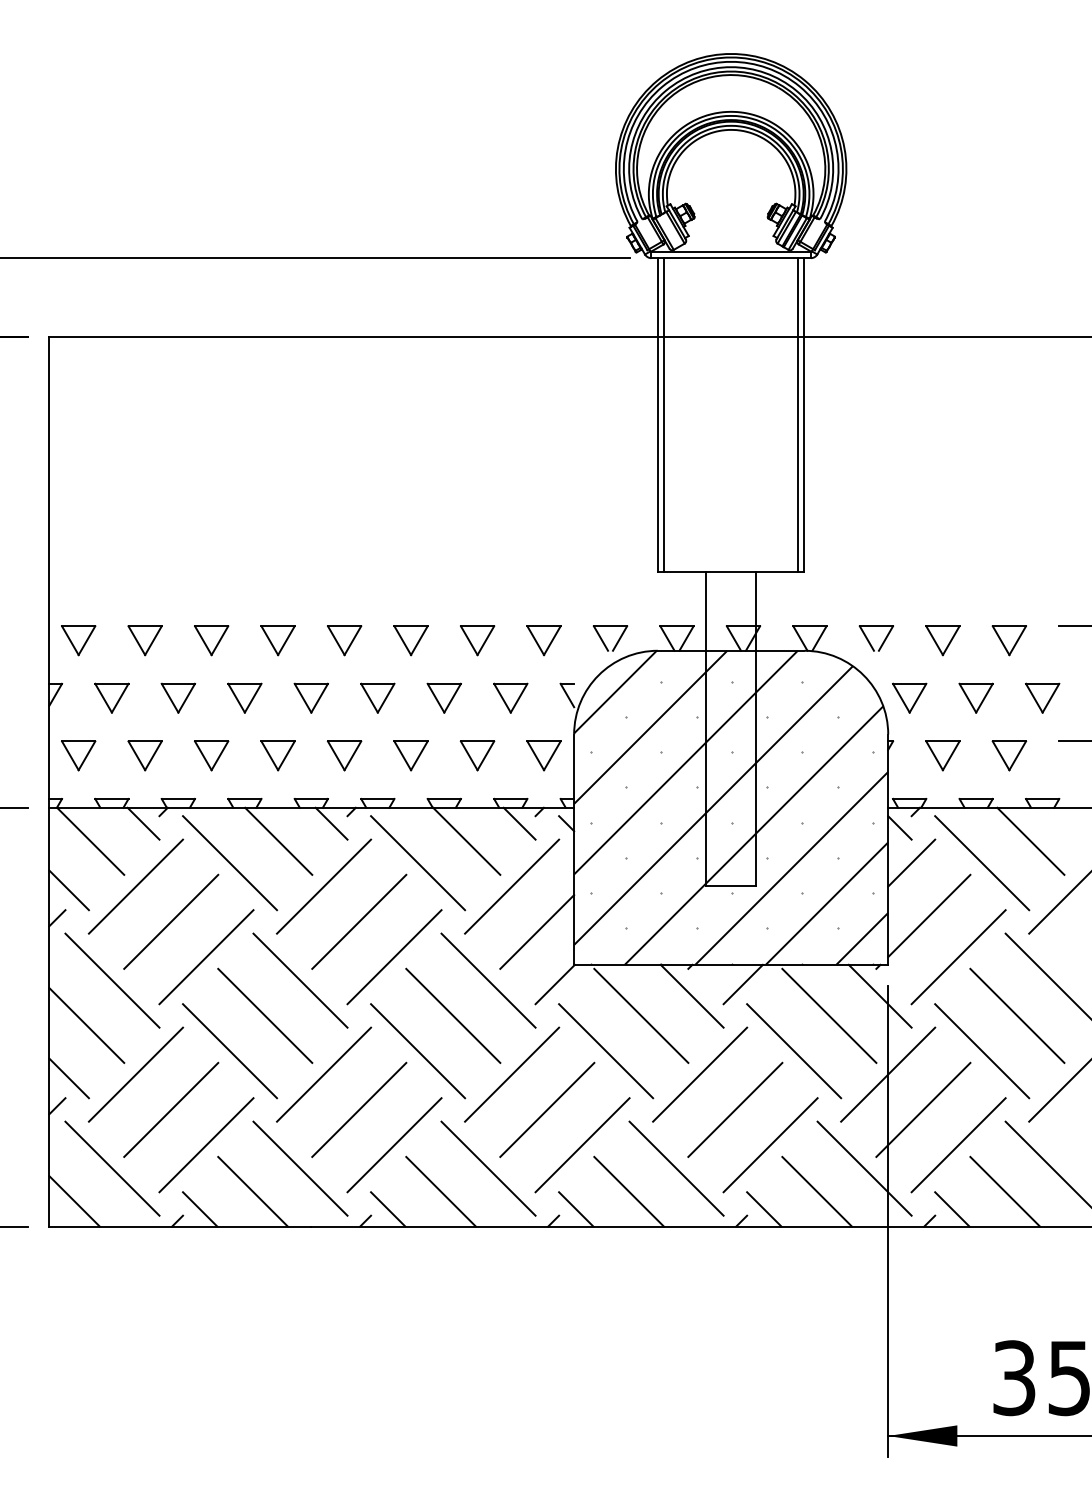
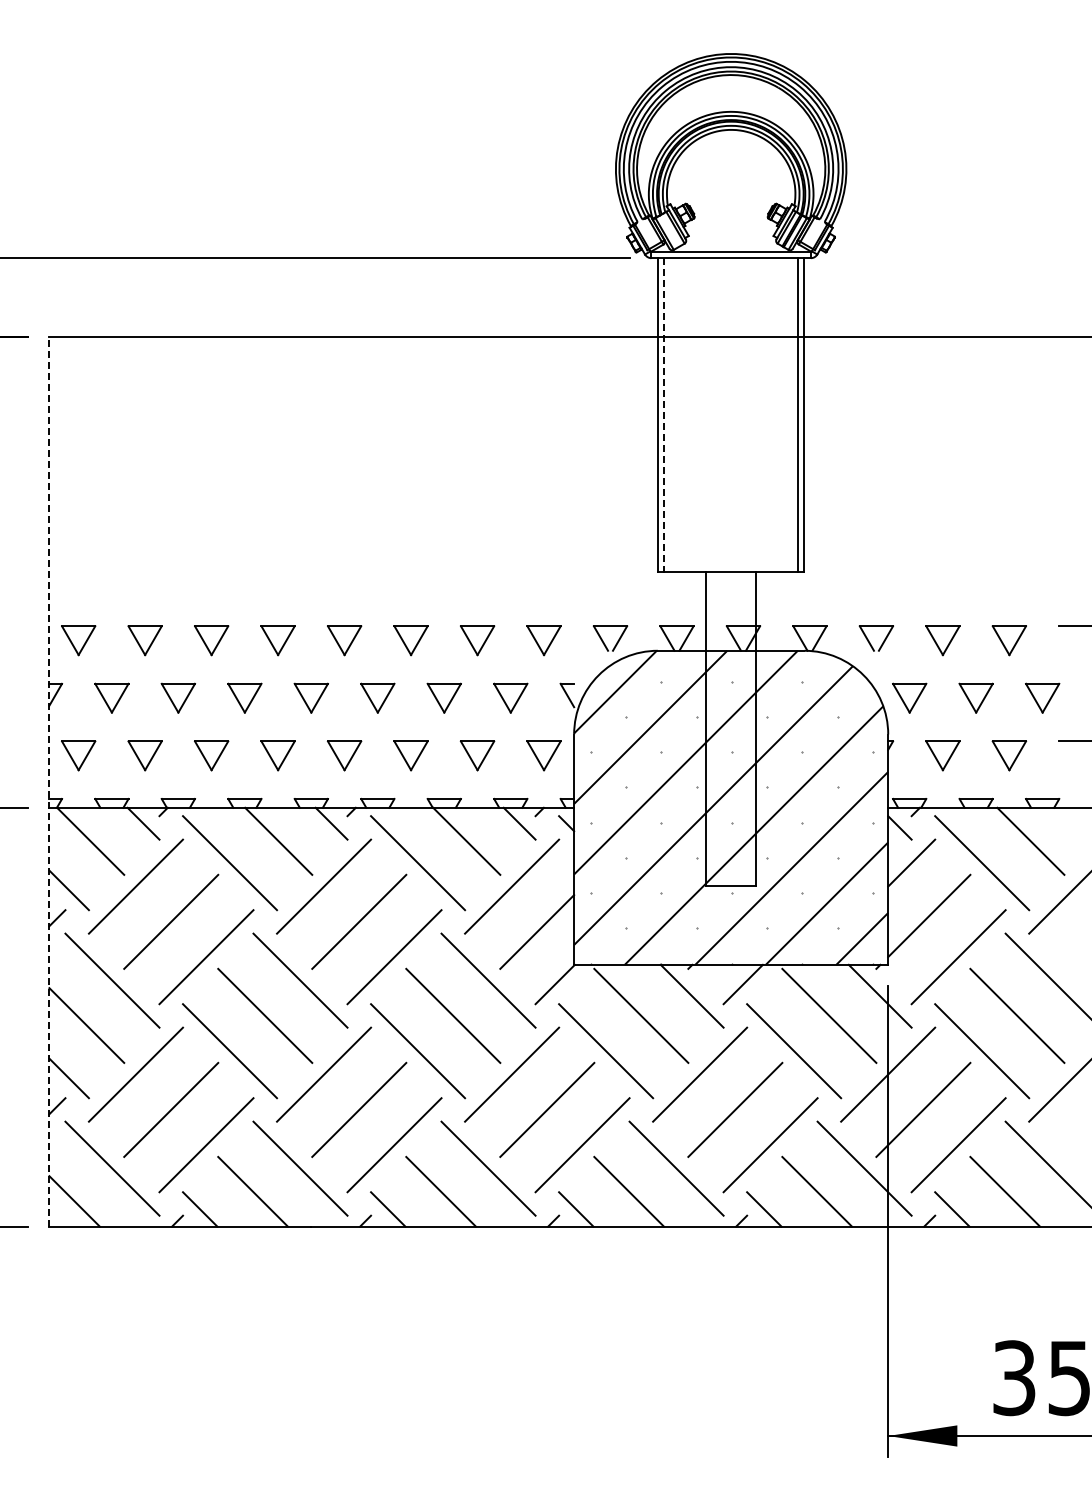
line at (664, 415): solid -> dashed
line at (49, 781): solid -> dashed
